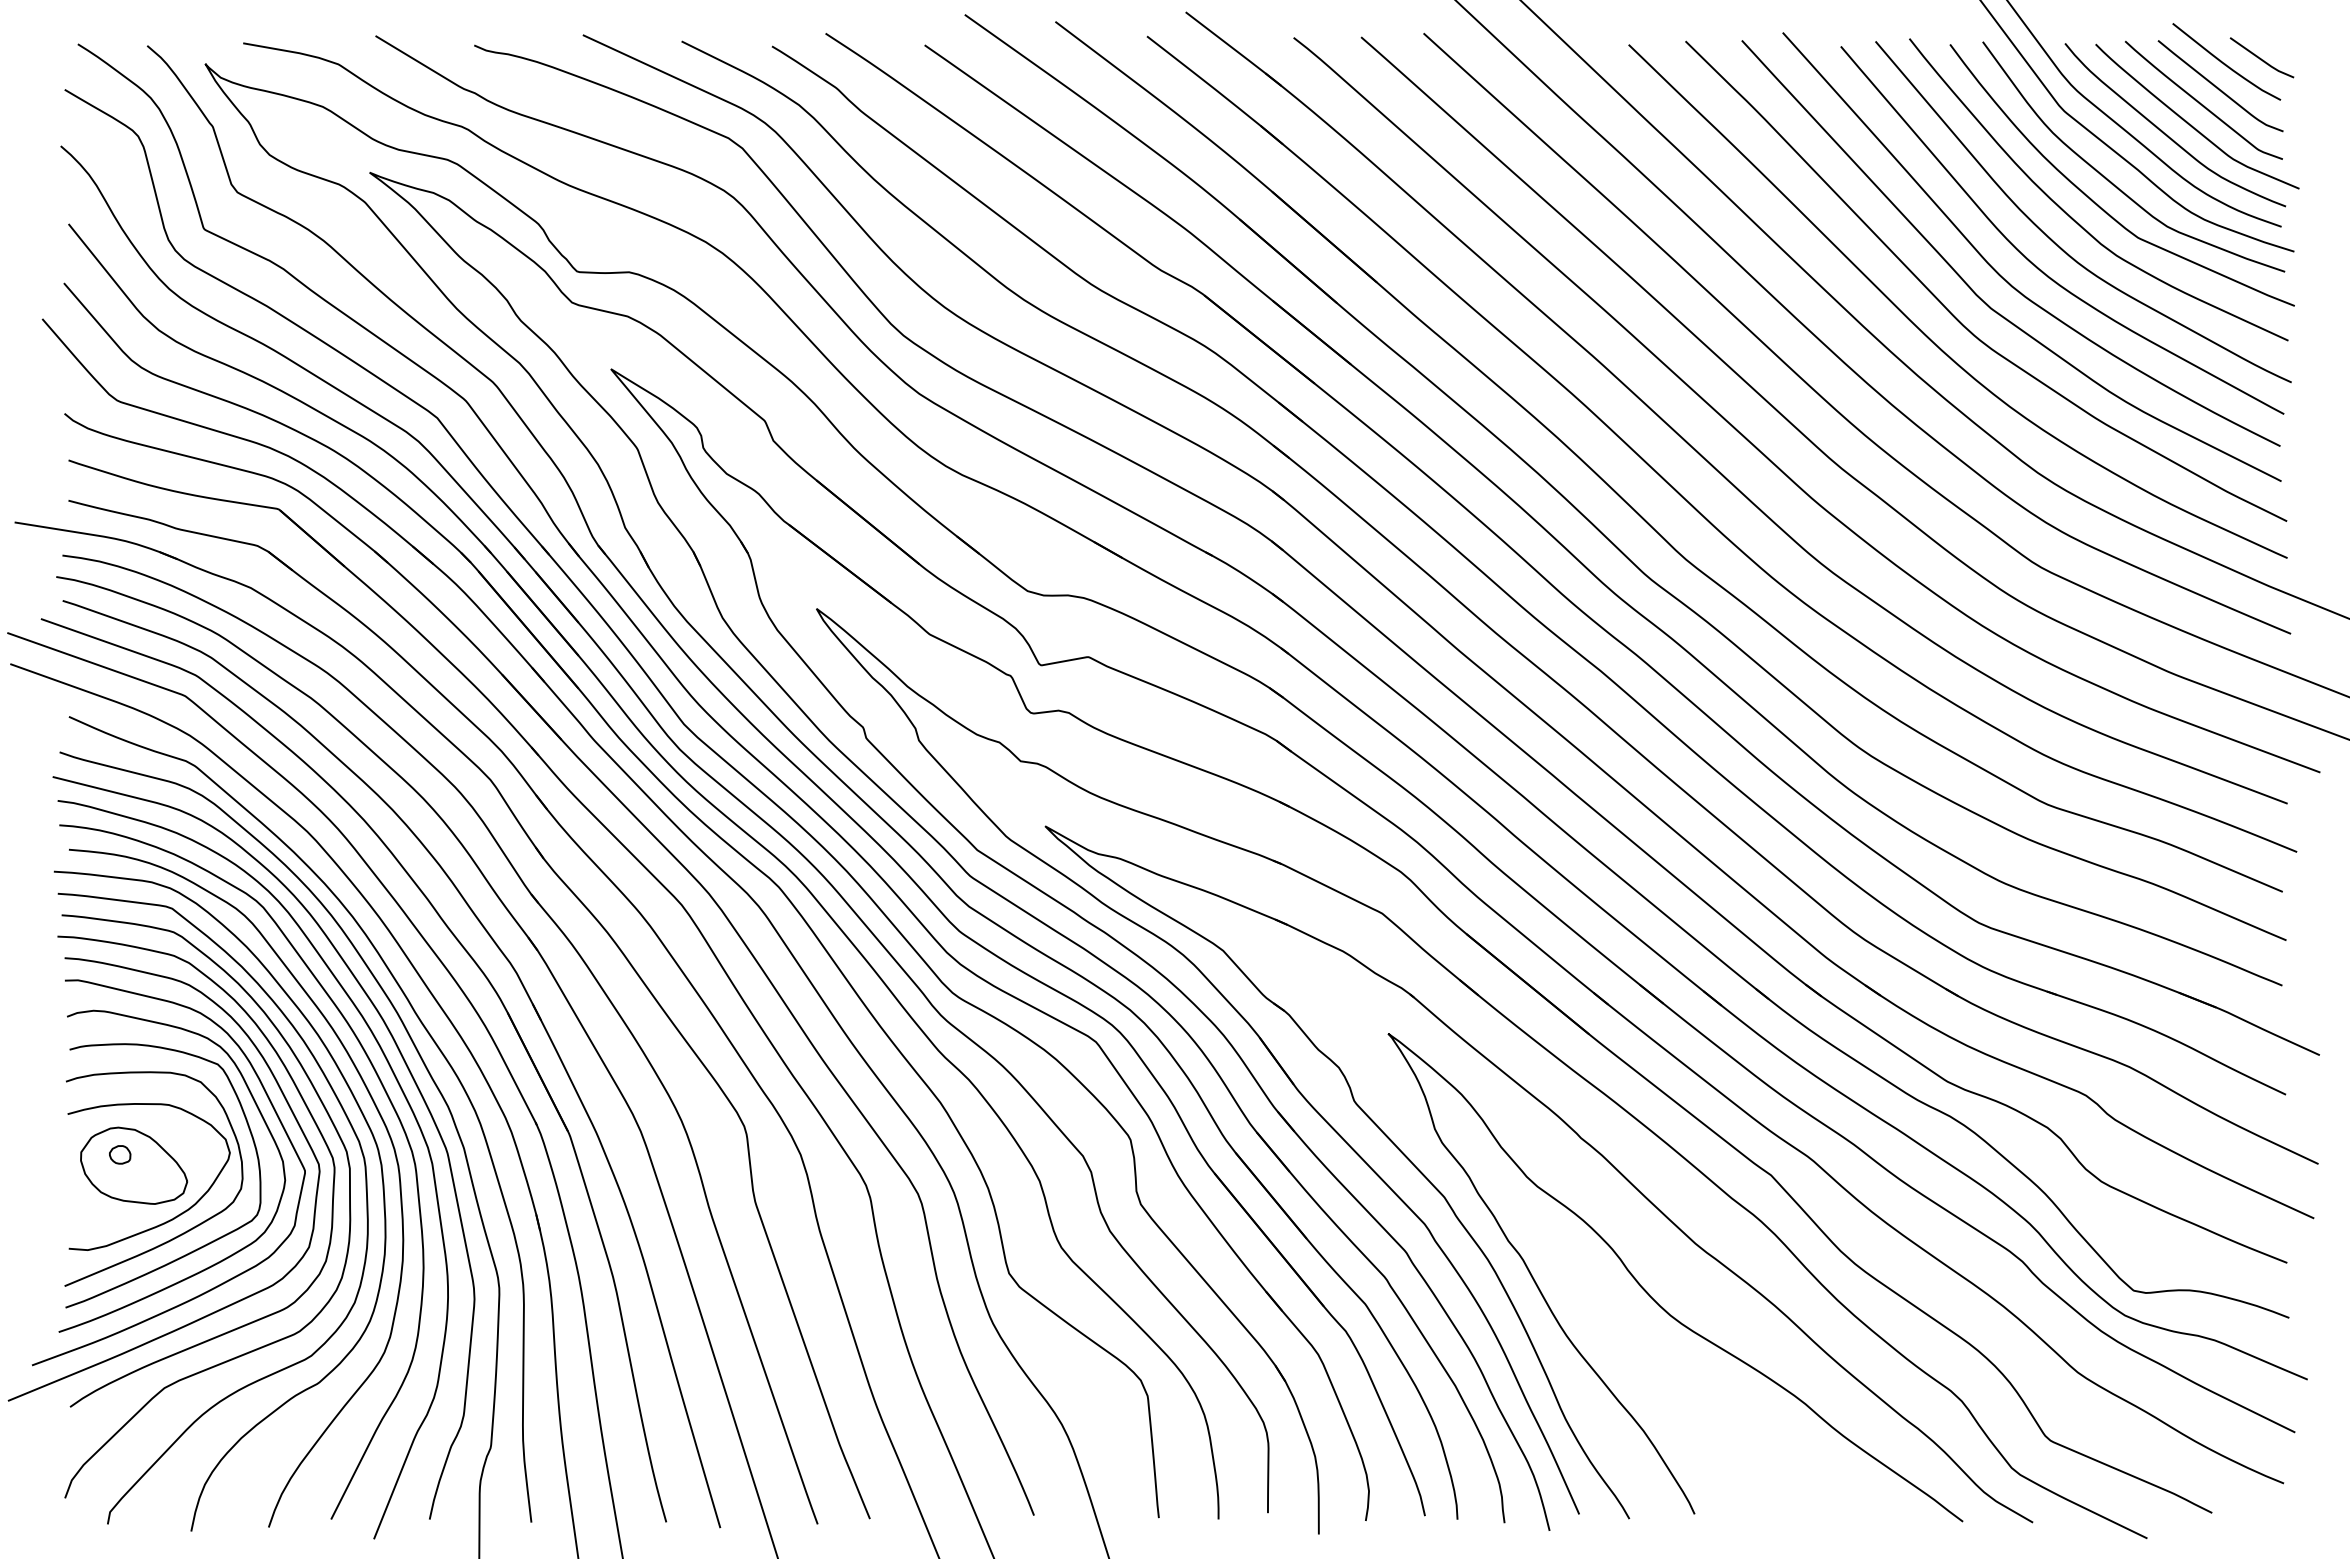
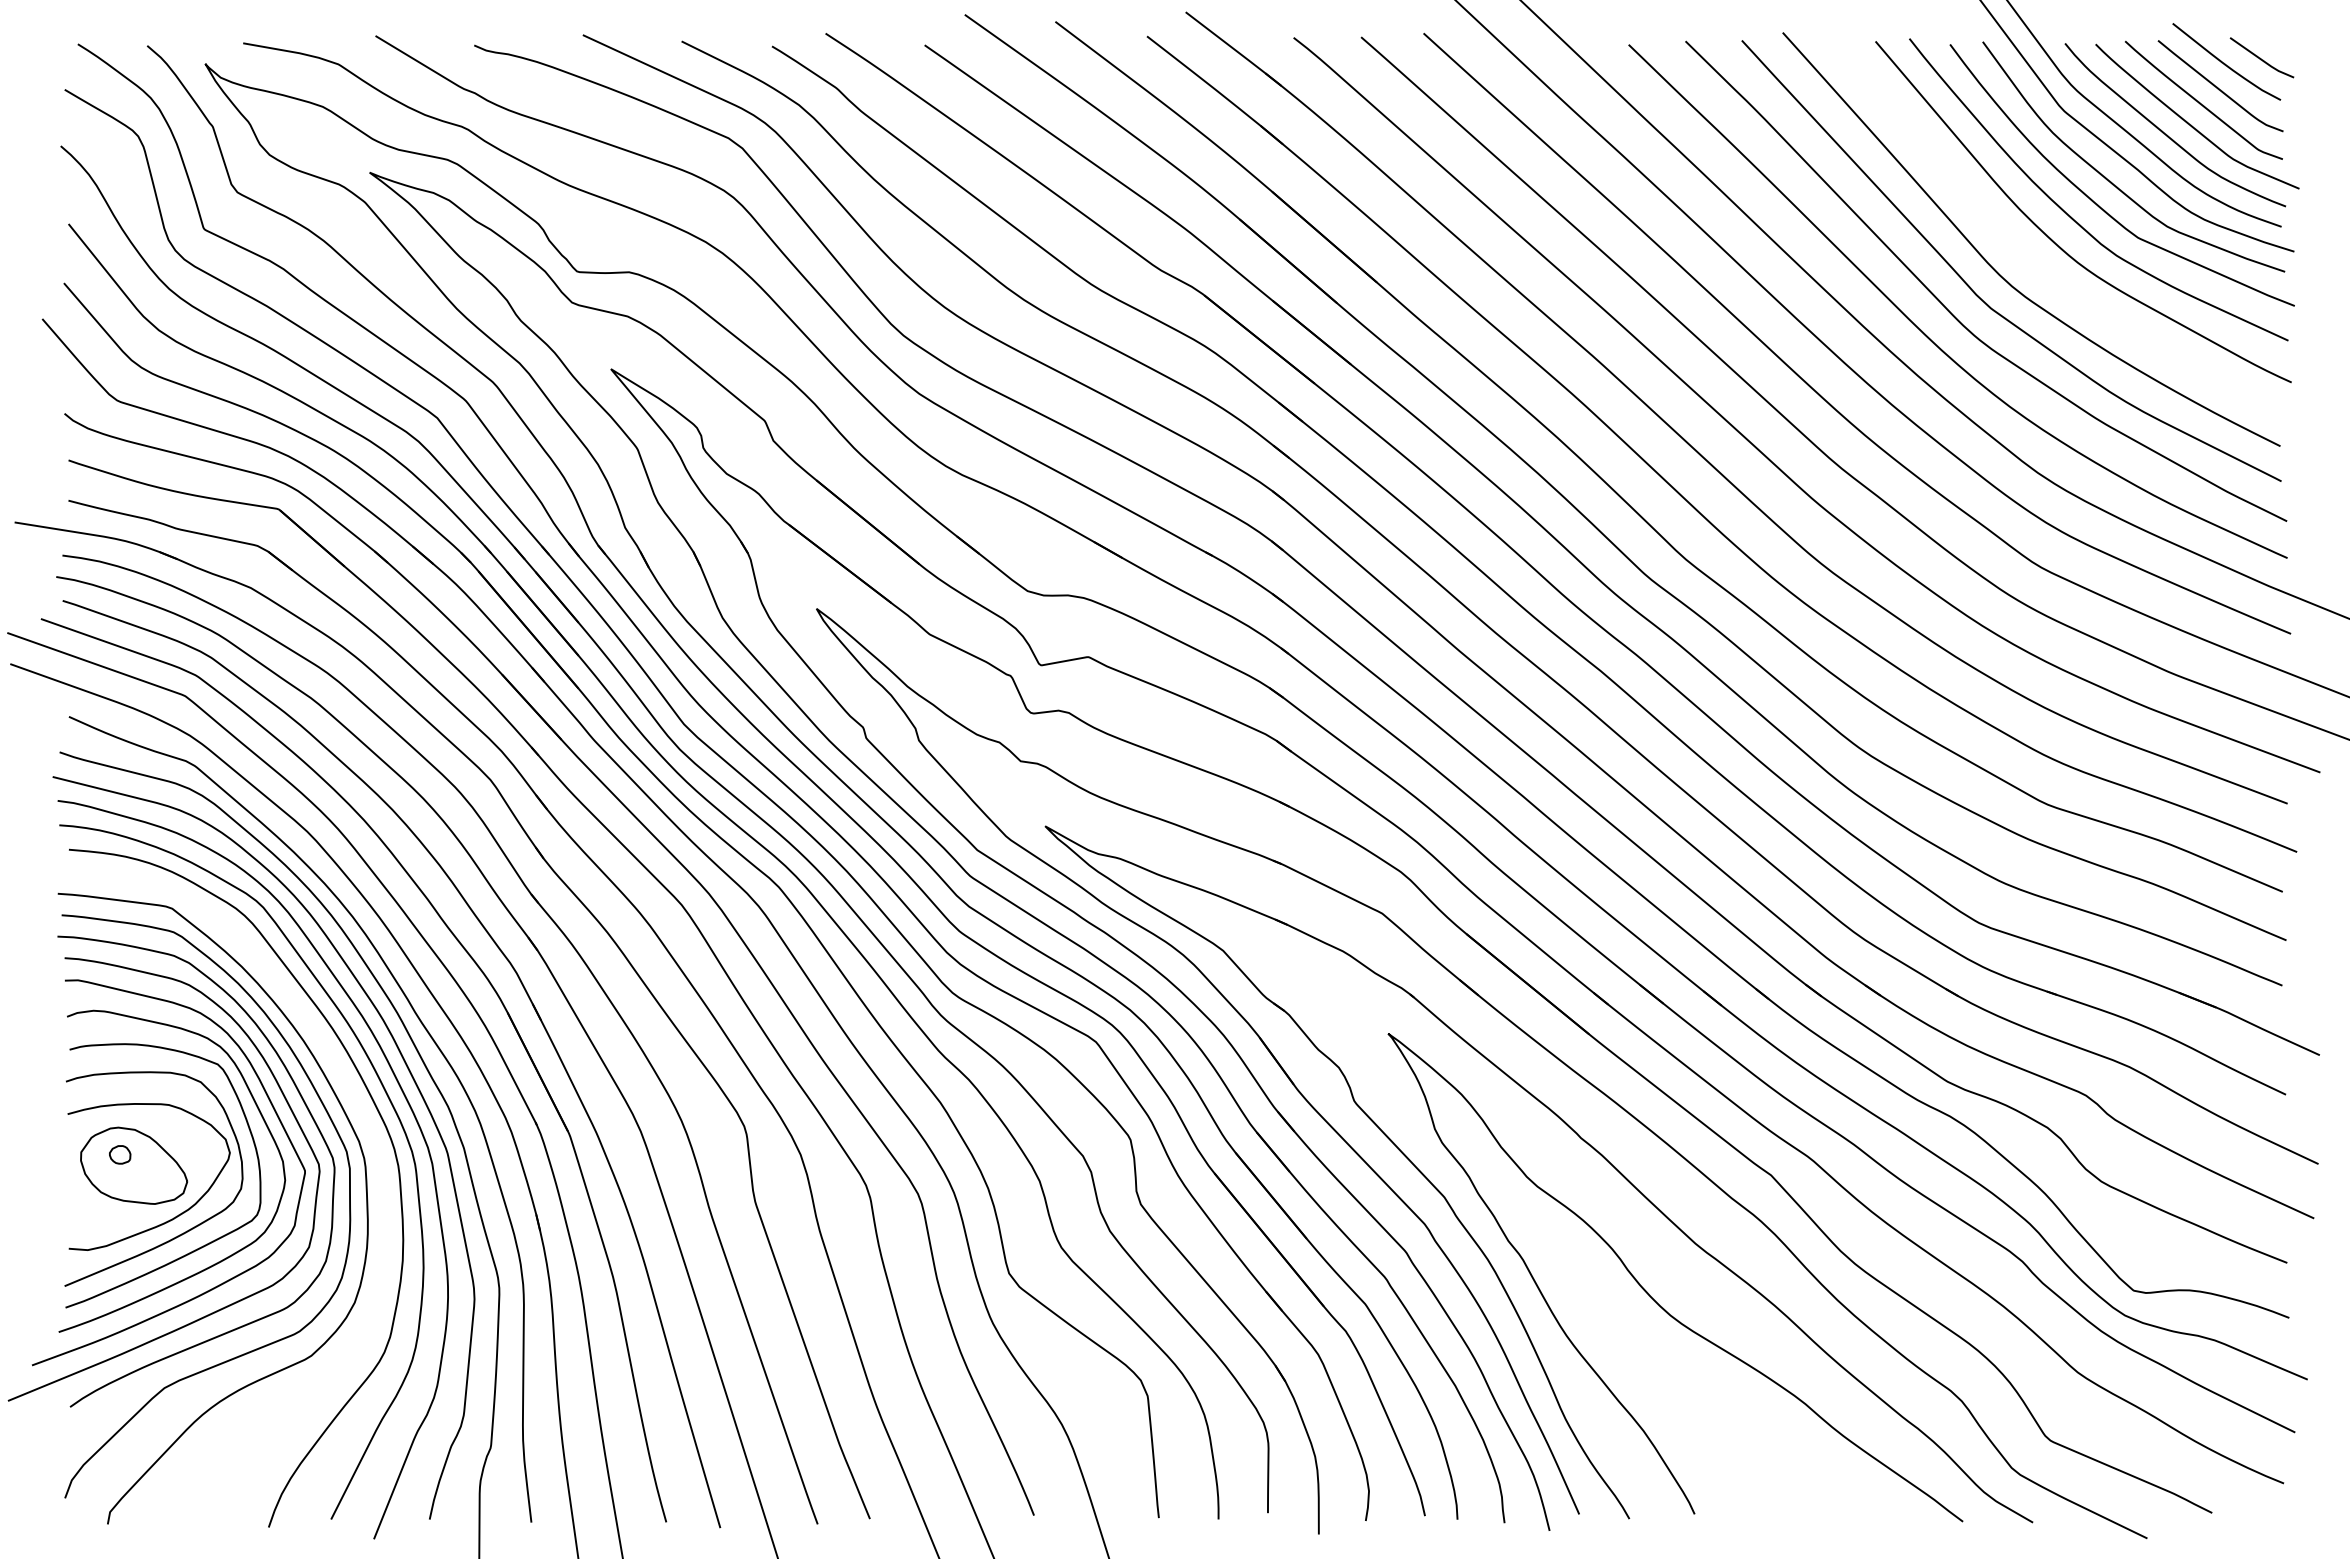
curve at (2035, 264): present -> none
curve at (382, 1190): present -> none
